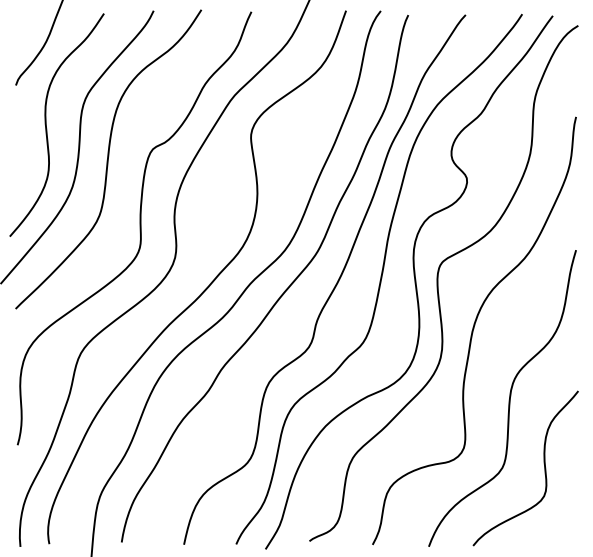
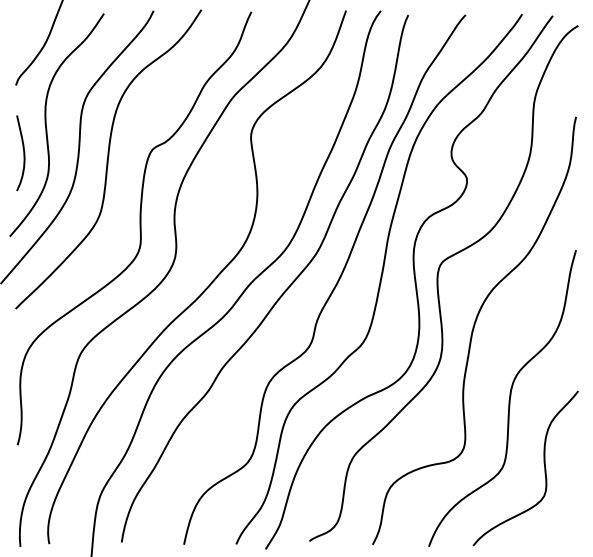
curve at (23, 153): none -> present
